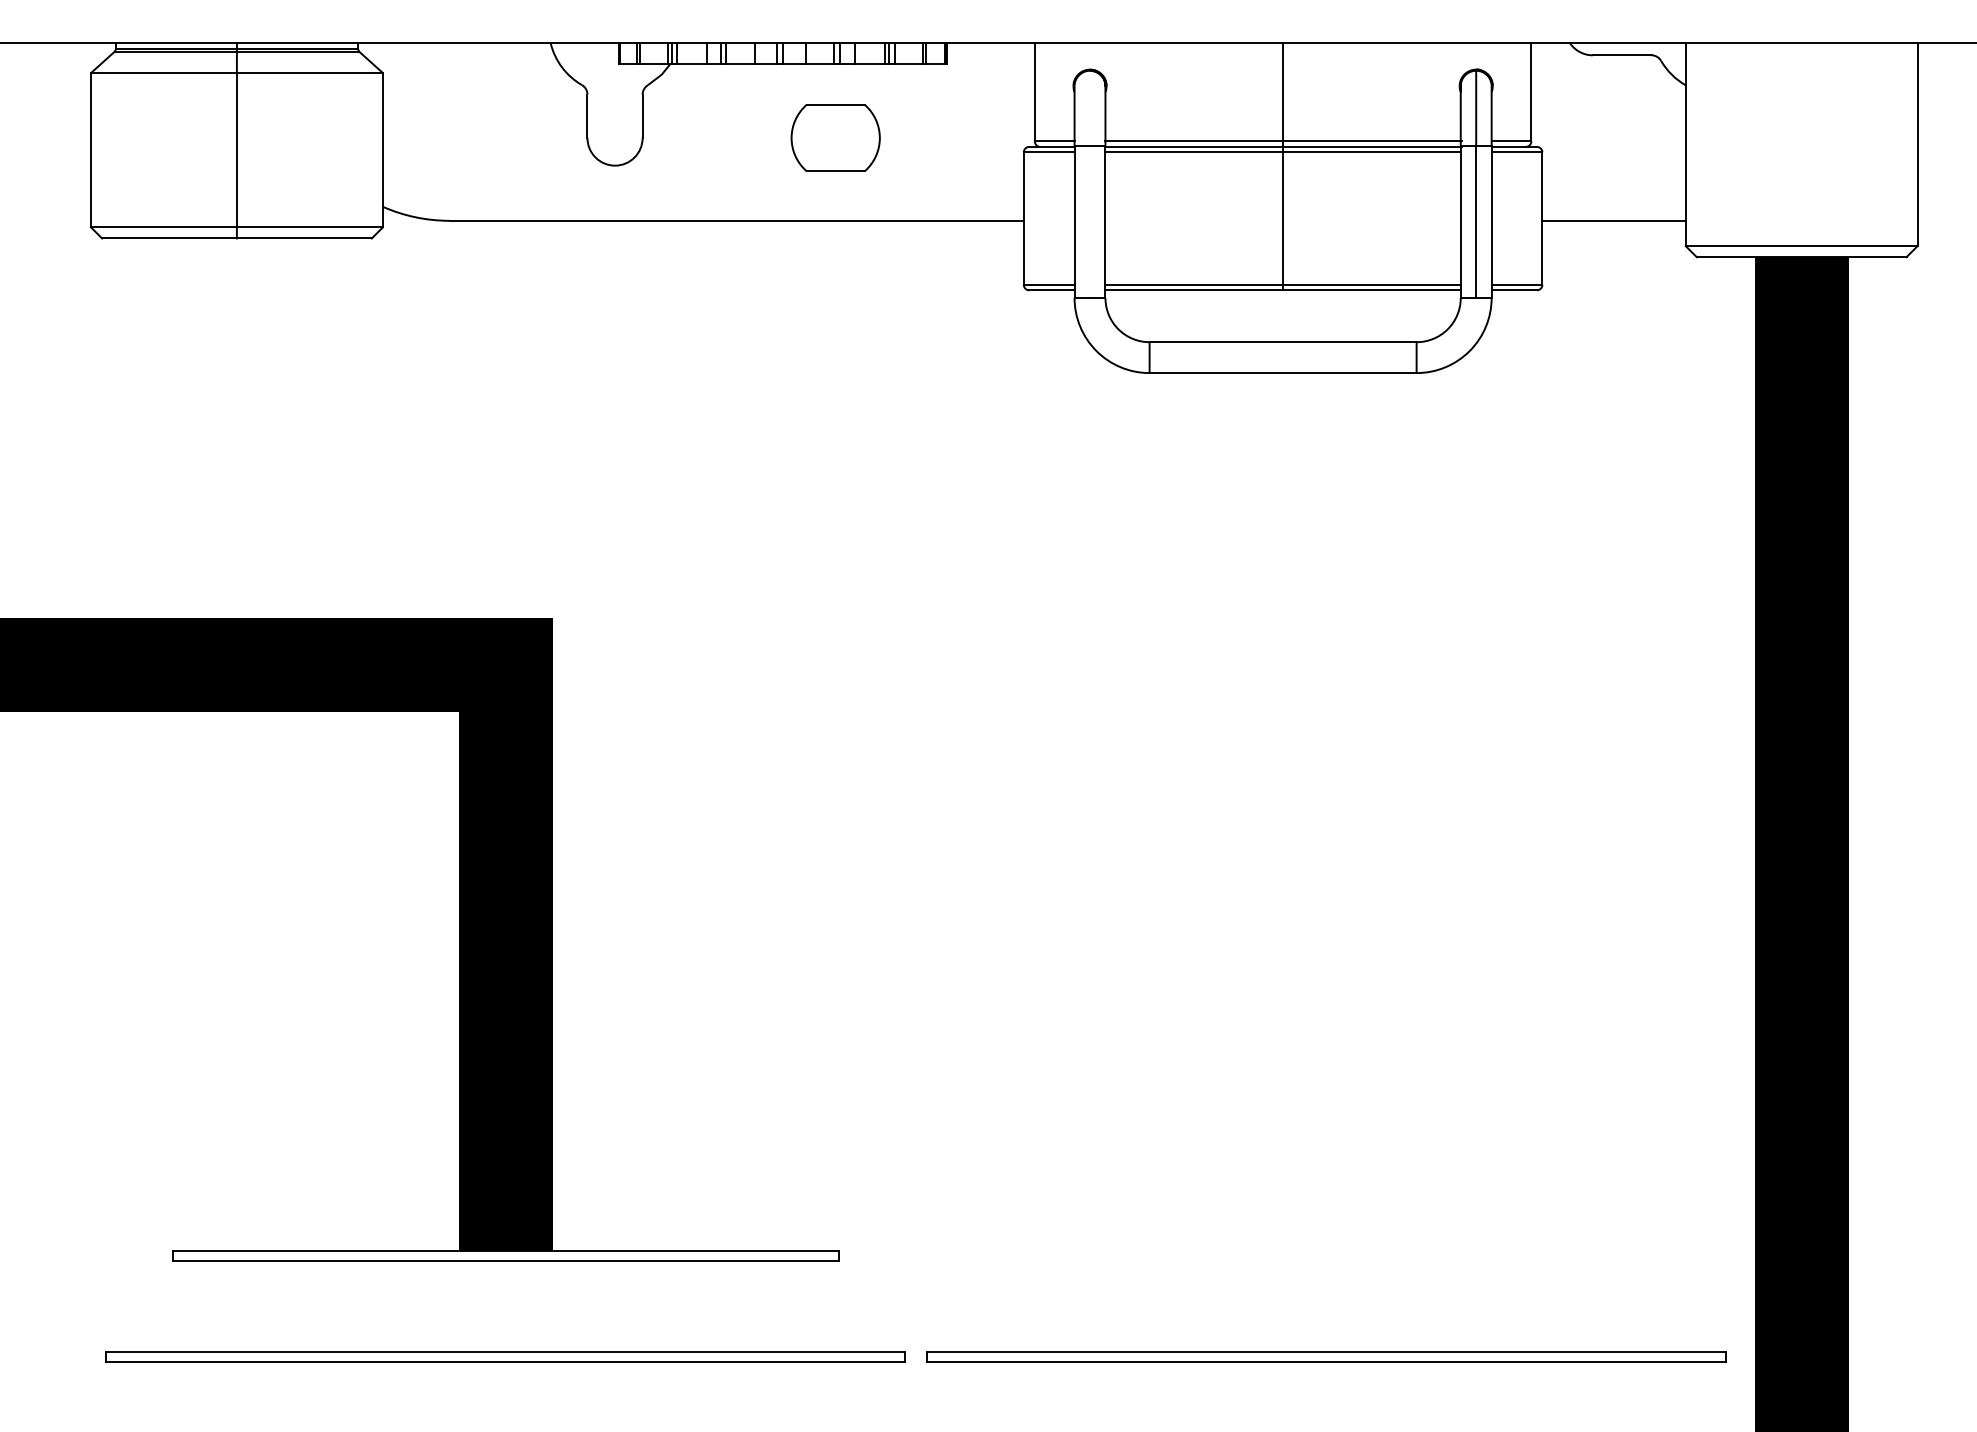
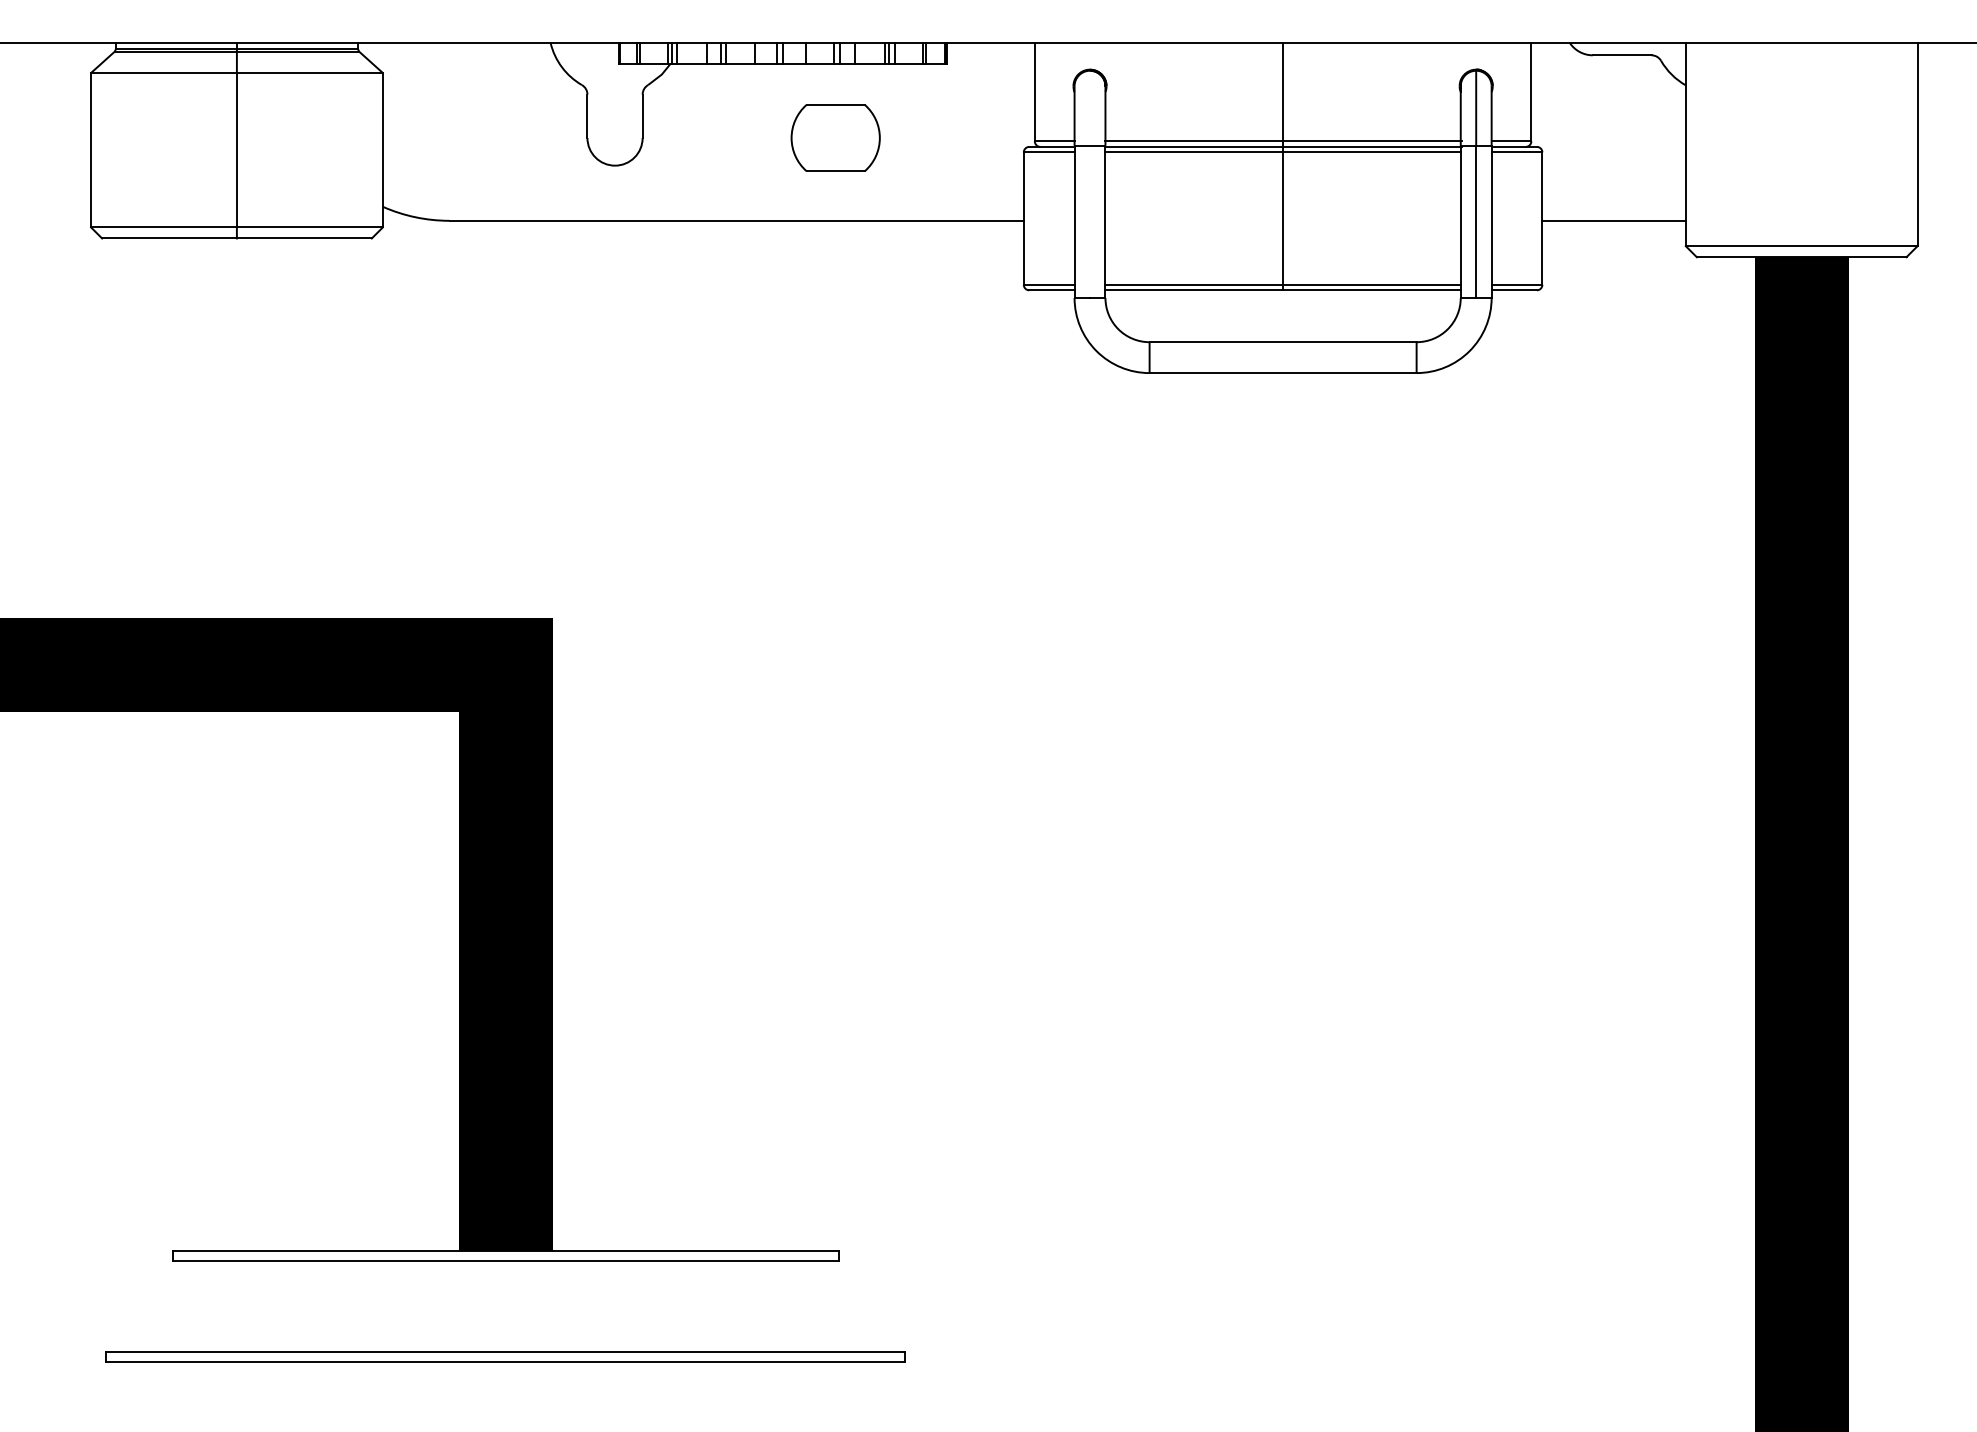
part at (1326, 1356): present -> none
